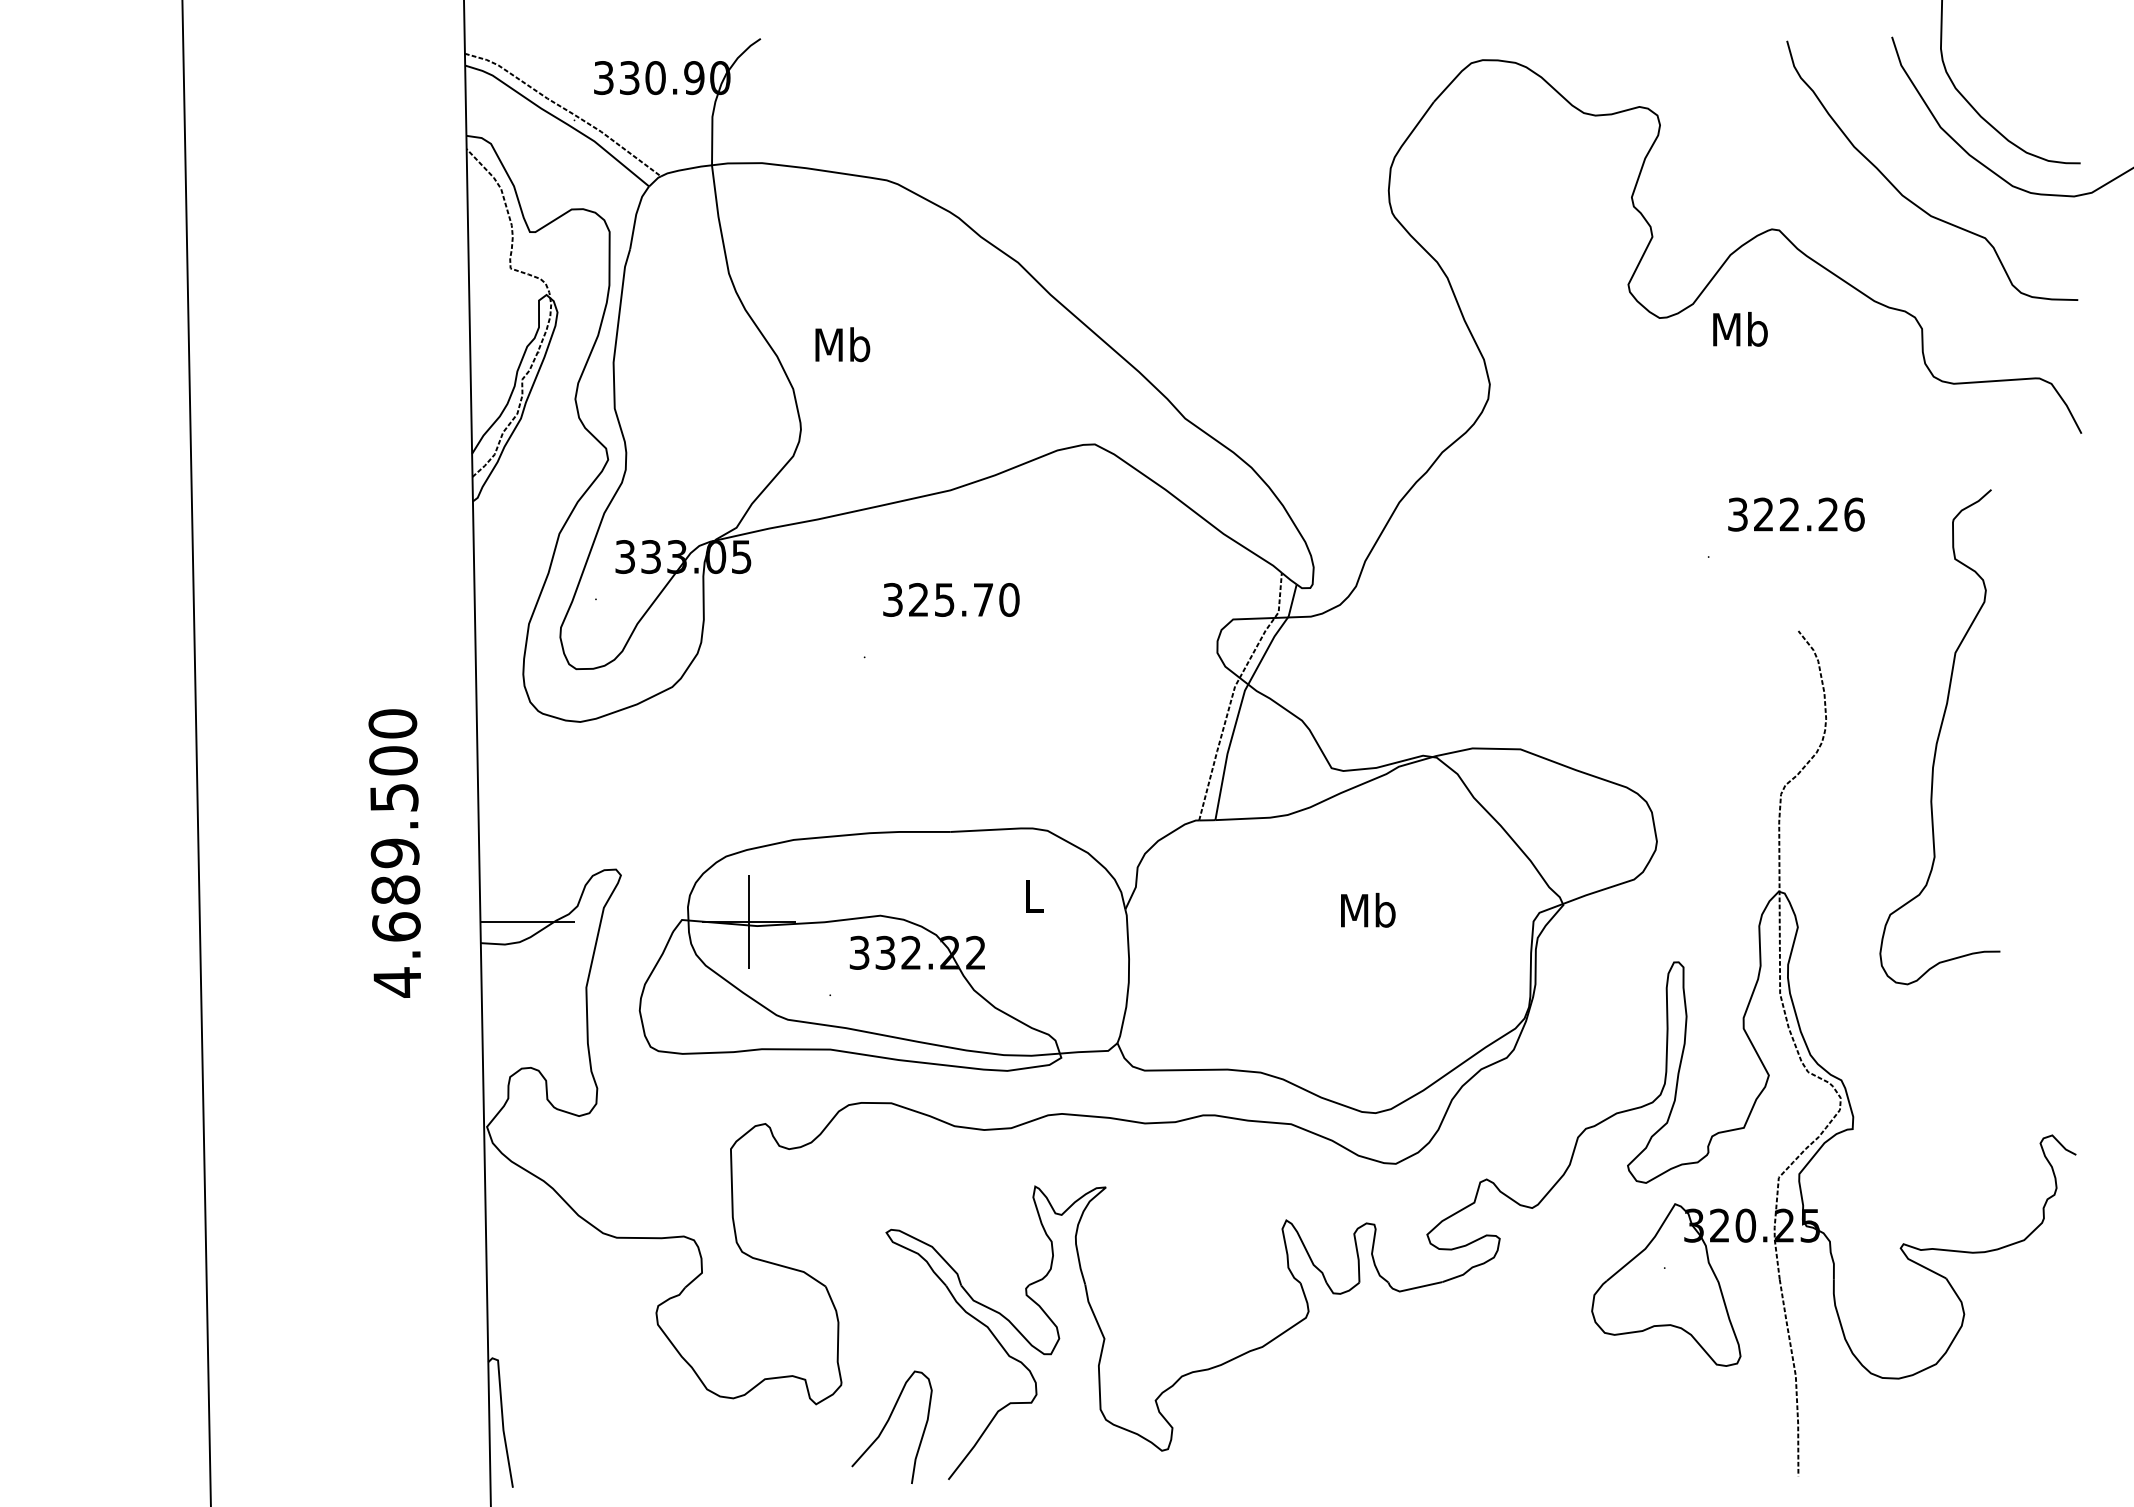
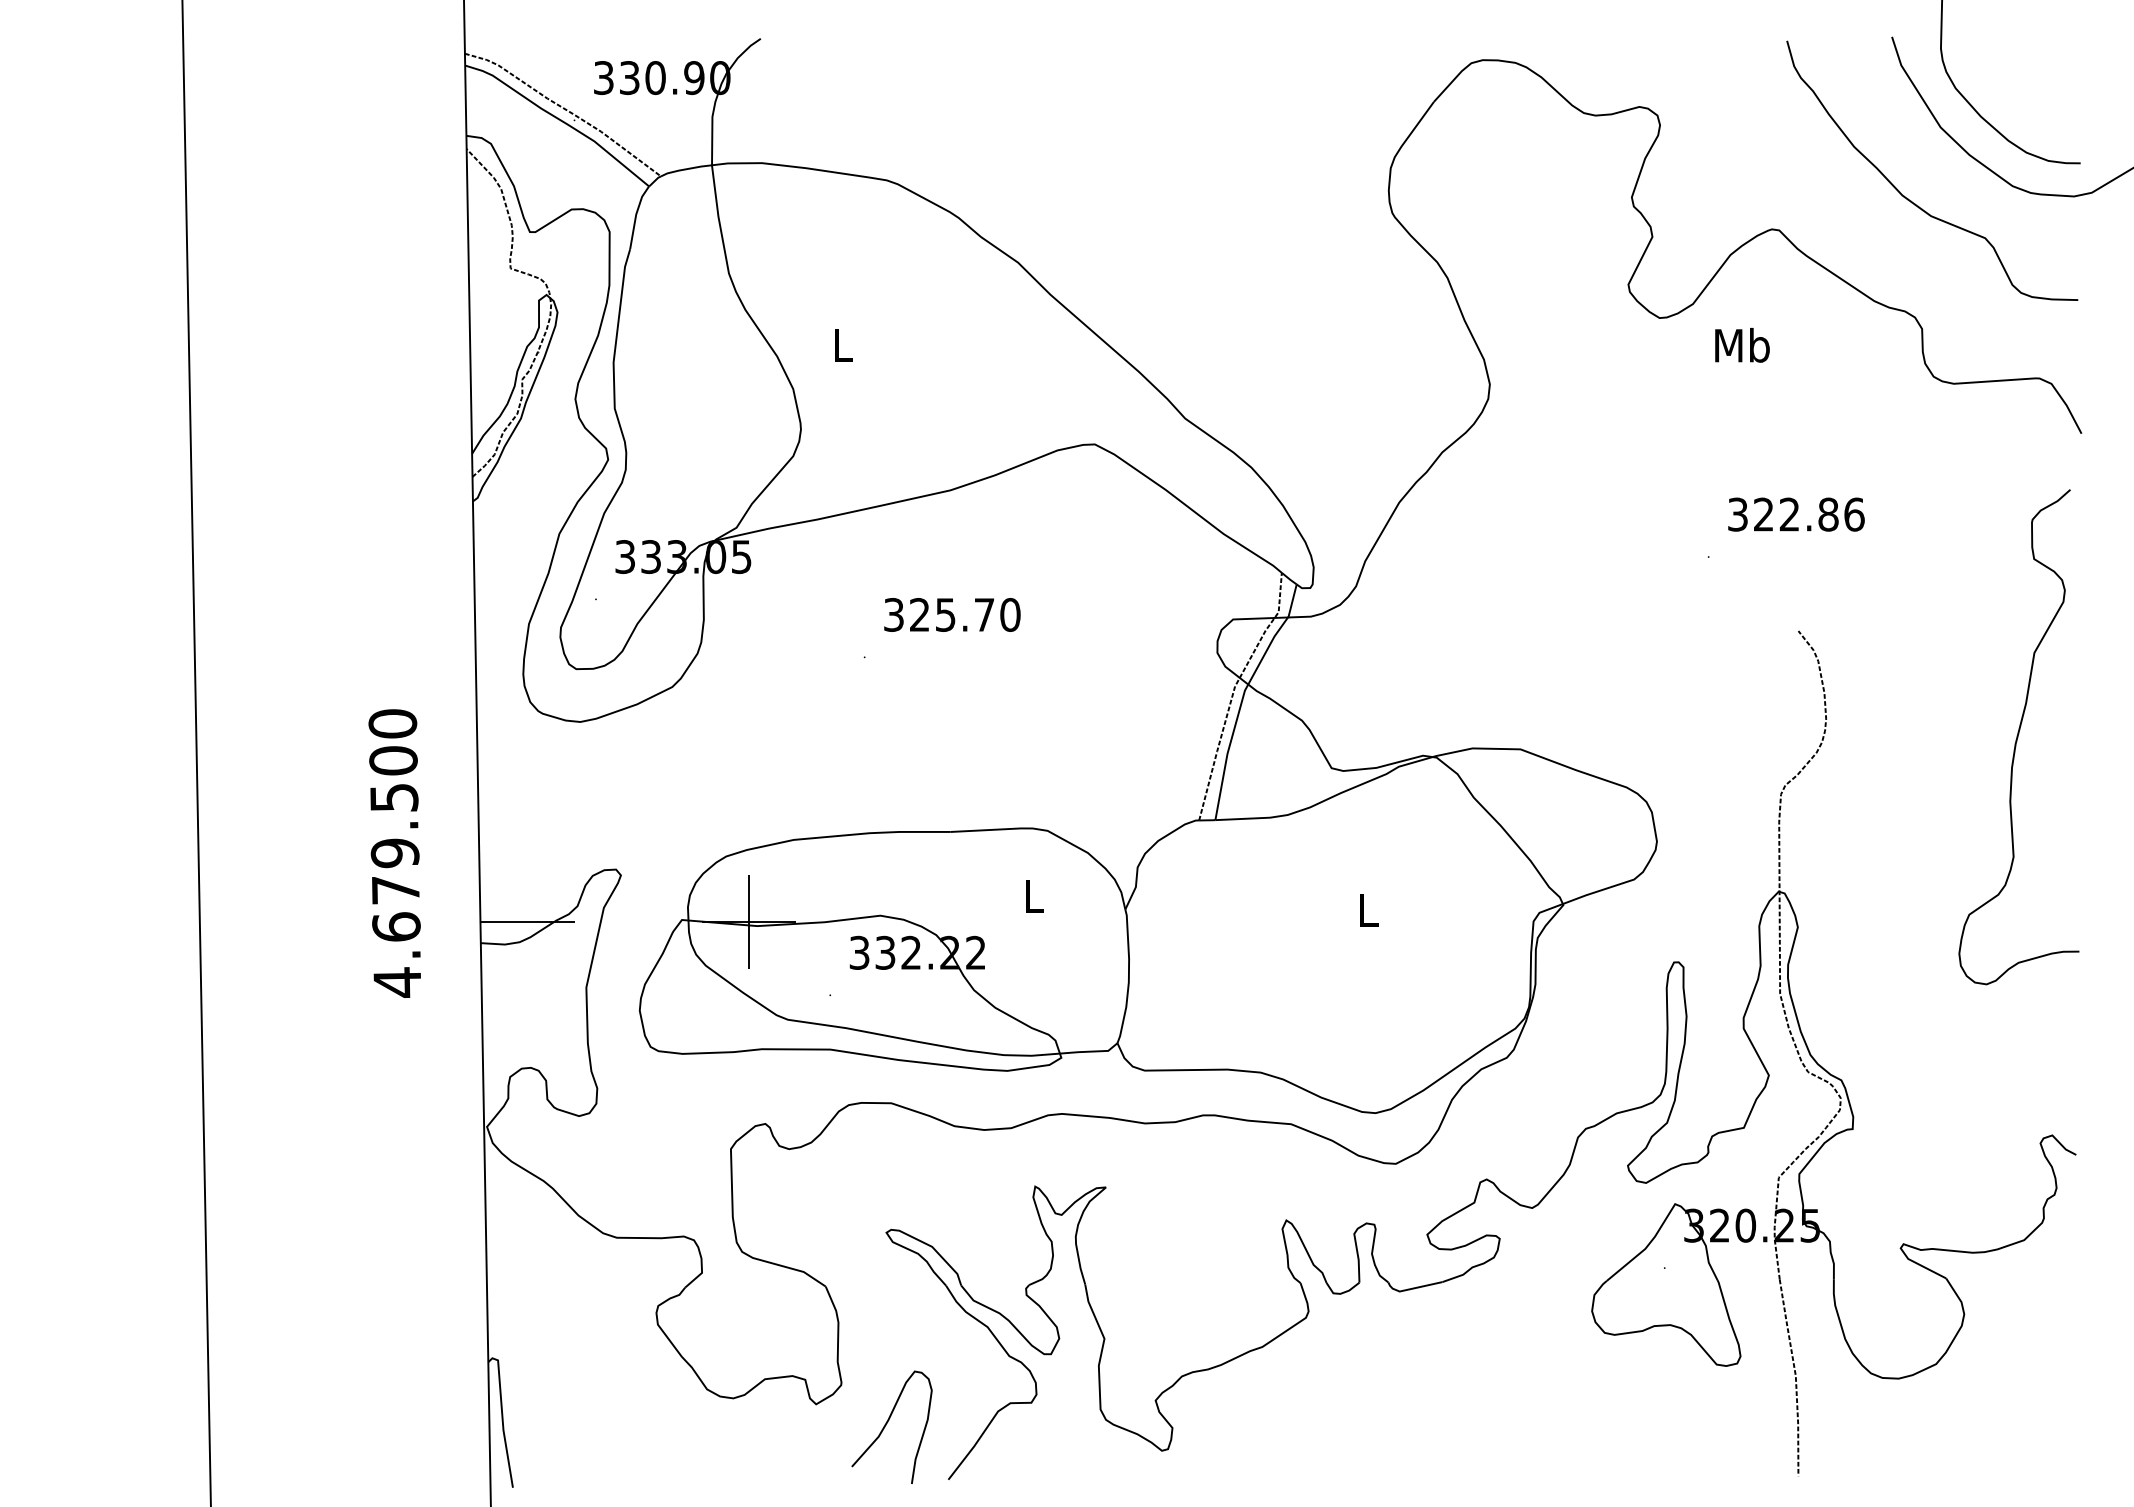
text at (1740, 329) position: (1740, 329) -> (1742, 345)
text at (842, 344): Mb -> L
text at (1828, 514): 322.26 -> 322.86
text at (951, 599) position: (951, 599) -> (952, 614)
curve at (1939, 737) position: (1939, 737) -> (2018, 737)
text at (395, 889): 4.689.500 -> 4.679.500
text at (1368, 909): Mb -> L
